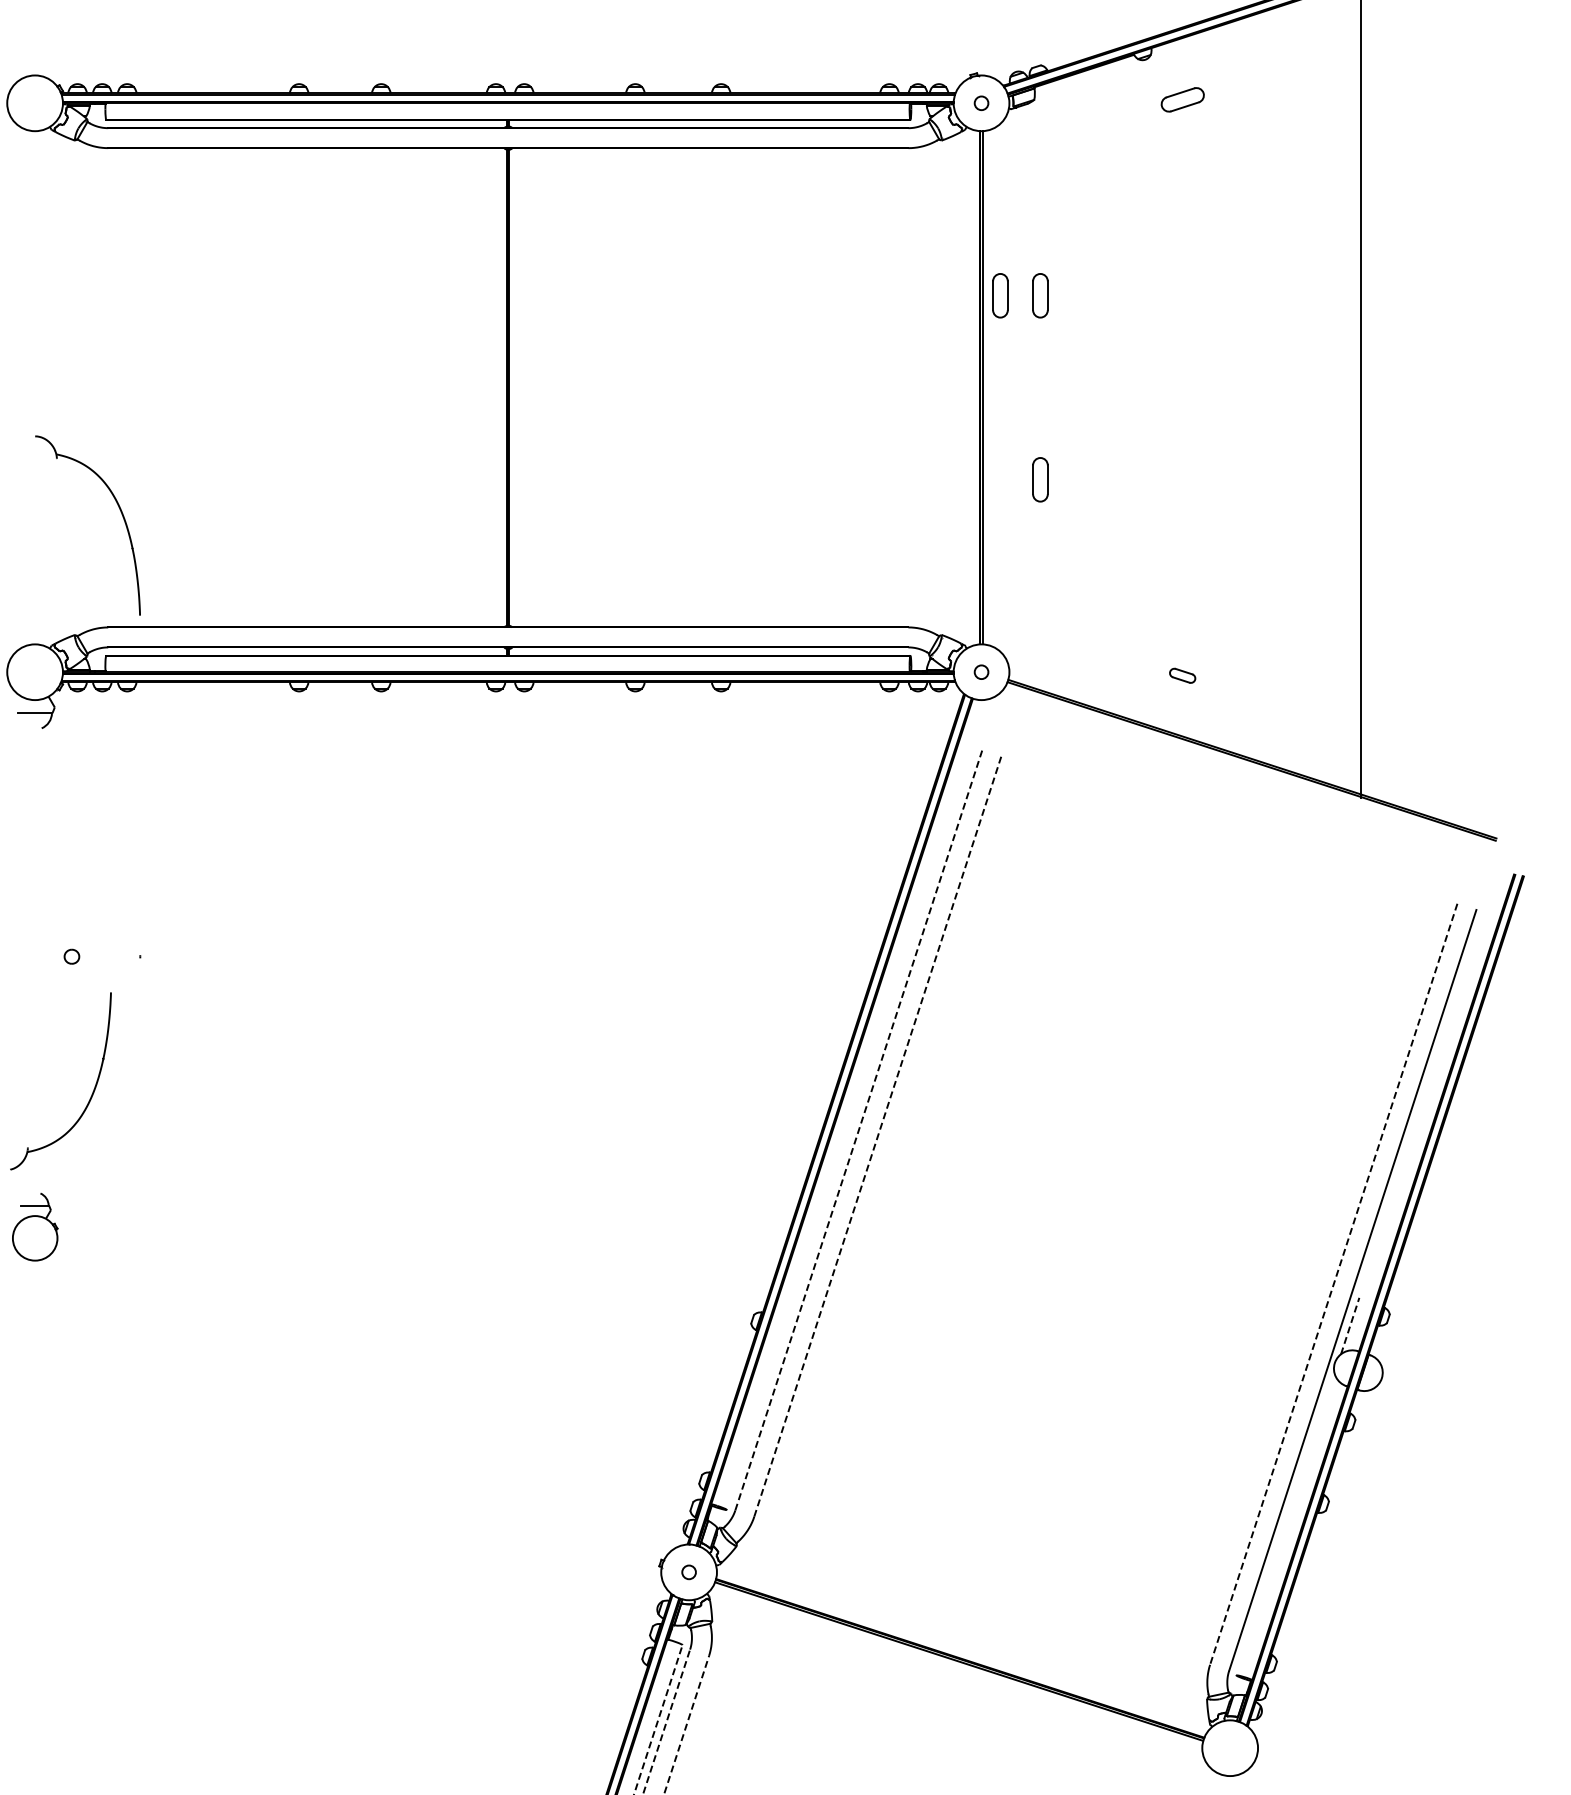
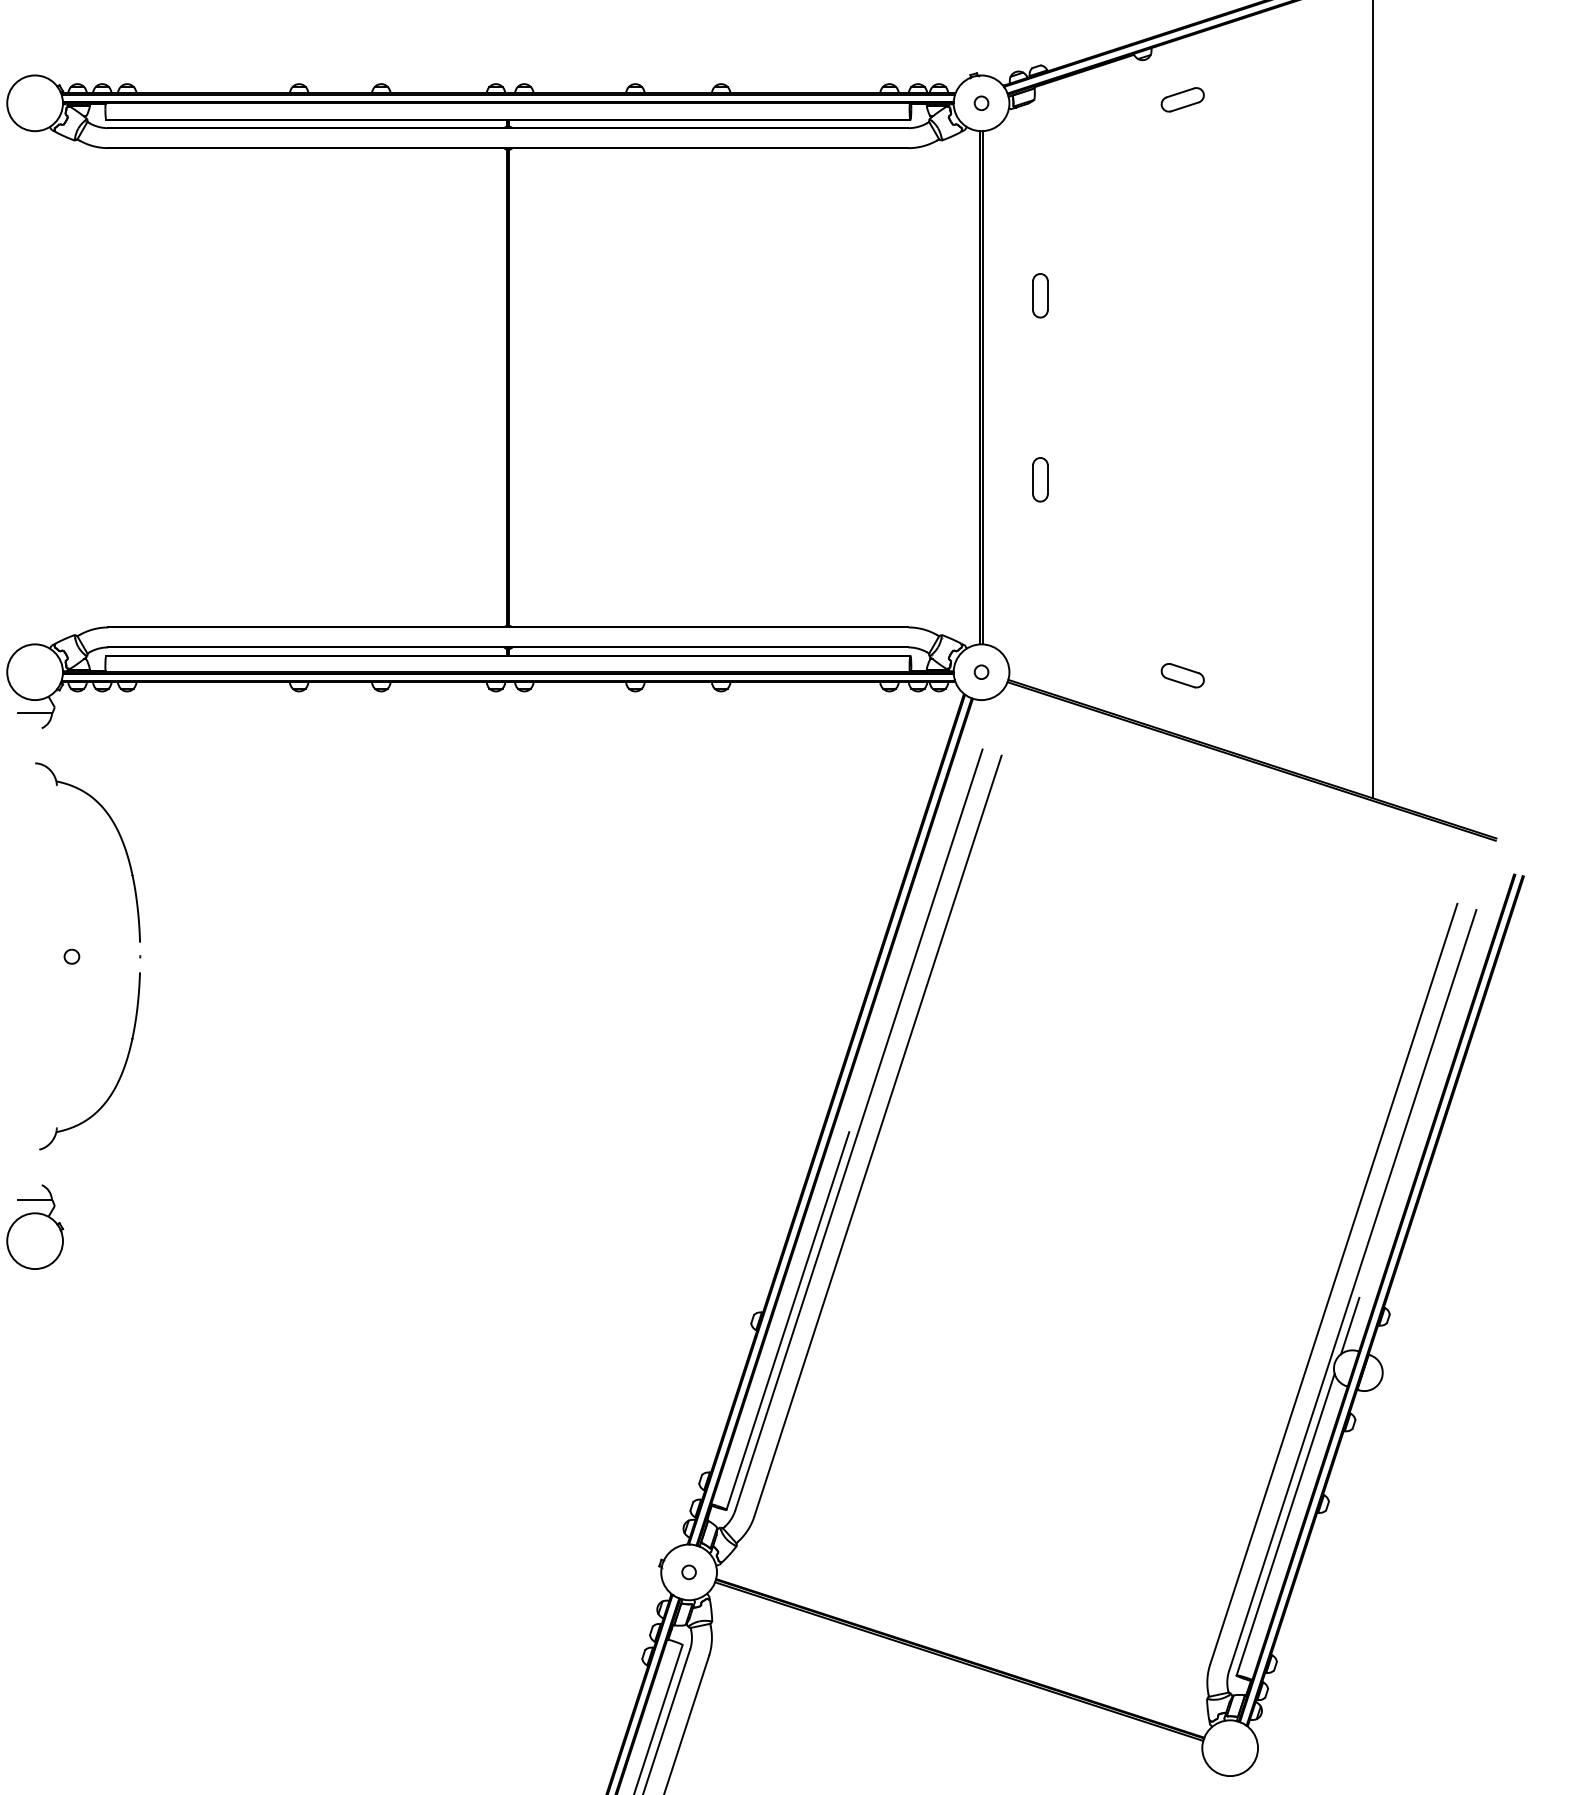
part at (1000, 295): present -> none
line at (1361, 400) position: (1361, 400) -> (1373, 400)
part at (120, 512) position: (120, 512) -> (120, 839)
part at (1182, 675) size: 28x17 px -> 45x26 px
part at (92, 1091) position: (92, 1091) -> (121, 1071)
line at (859, 1129): dashed -> solid
line at (878, 1135): dashed -> solid
part at (35, 1226) size: 47x70 px -> 59x86 px
line at (1333, 1284): dashed -> solid
line at (787, 1320): none -> present
line at (1350, 1326): dashed -> solid
line at (1285, 1524): none -> present
line at (658, 1720): dashed -> solid
line at (666, 1721): dashed -> solid
line at (686, 1725): dashed -> solid
